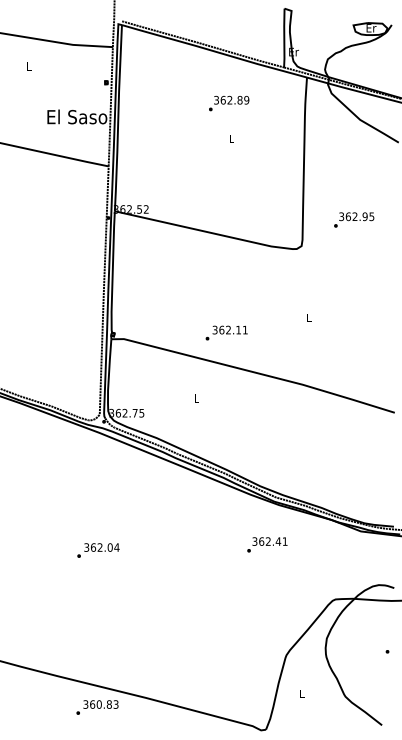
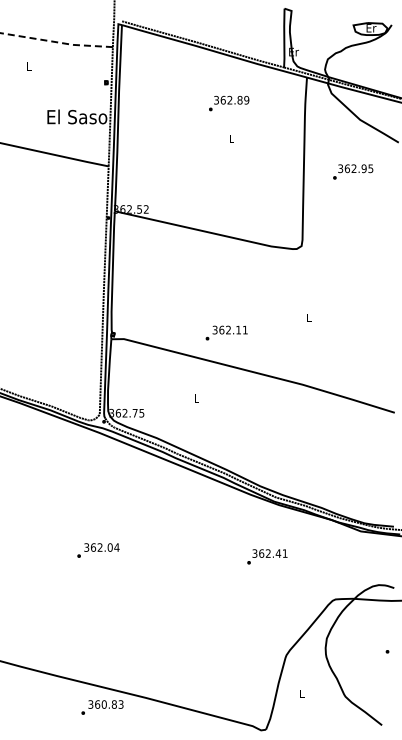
line at (56, 42): solid -> dashed
text at (354, 219) position: (354, 219) -> (353, 171)
text at (267, 544) position: (267, 544) -> (267, 556)
text at (97, 707) position: (97, 707) -> (102, 707)
